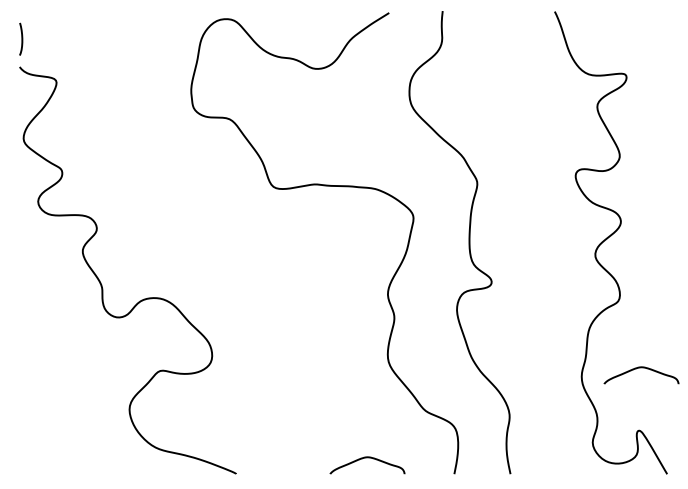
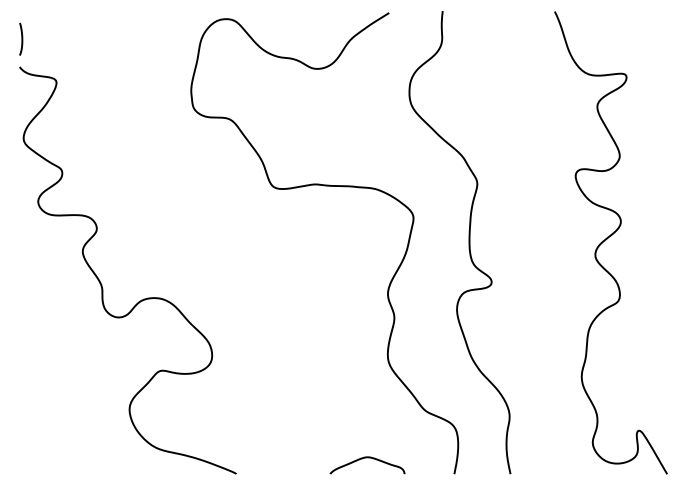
curve at (641, 368): present -> none
